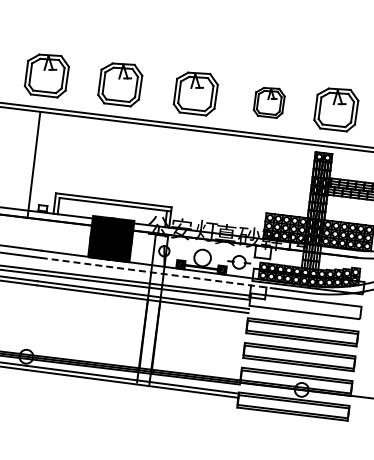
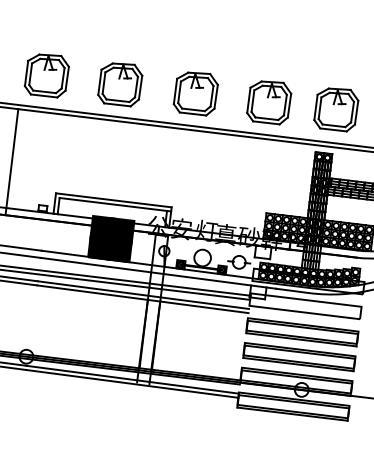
part at (268, 102) size: 34x32 px -> 47x46 px
line at (33, 165) position: (33, 165) -> (11, 162)
line at (158, 273): dashed -> solid
